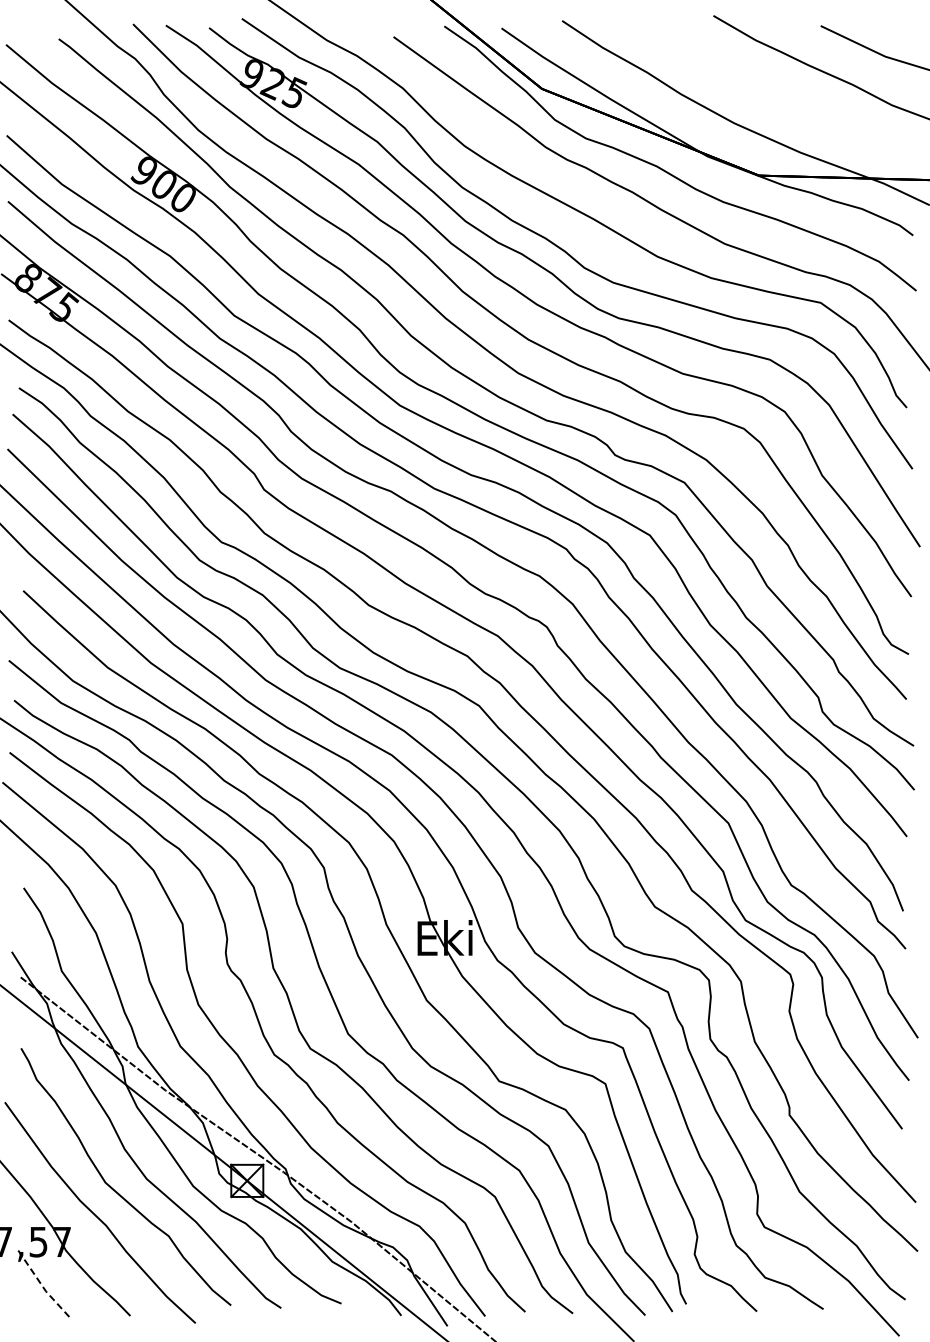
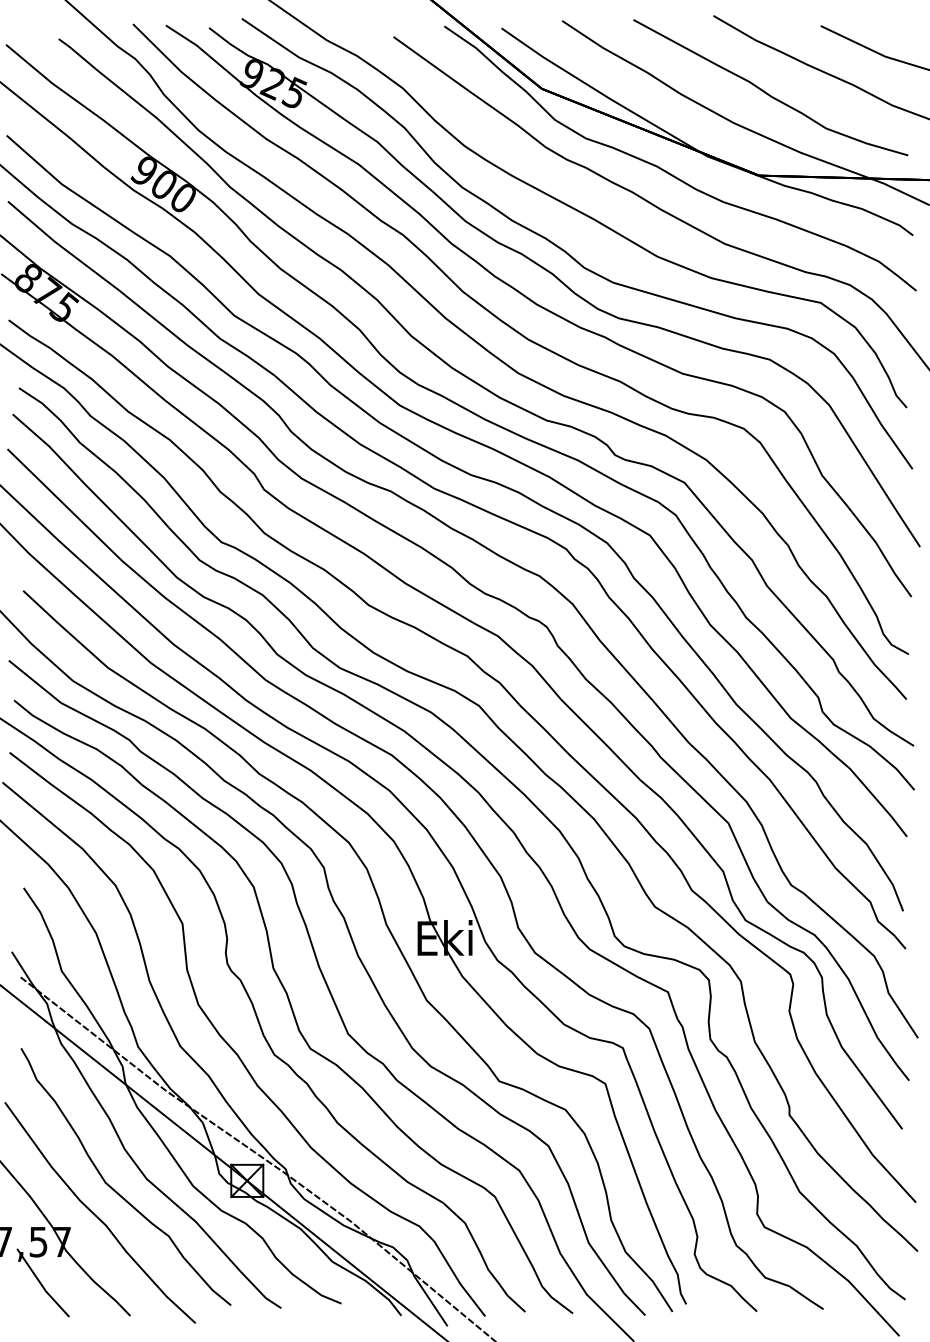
curve at (767, 92): none -> present
line at (41, 1284): dashed -> solid
